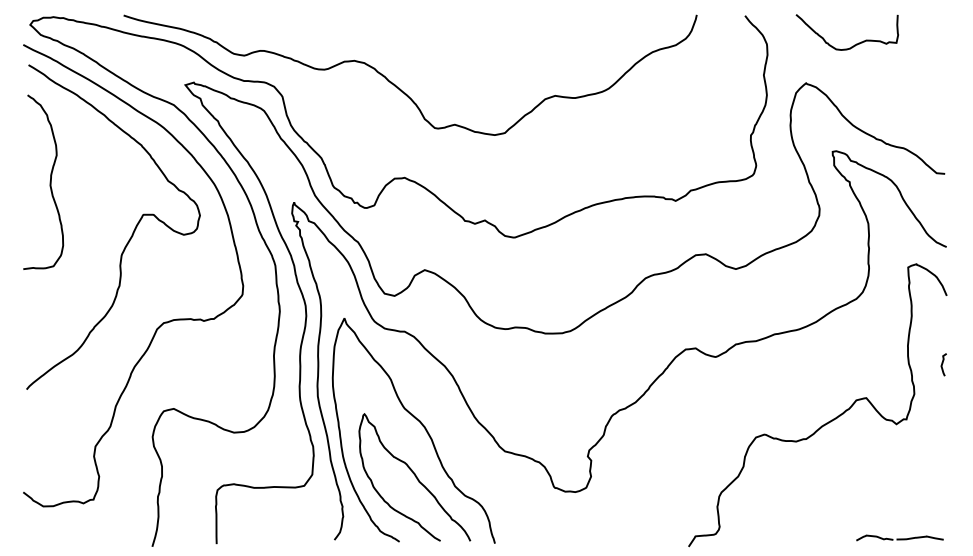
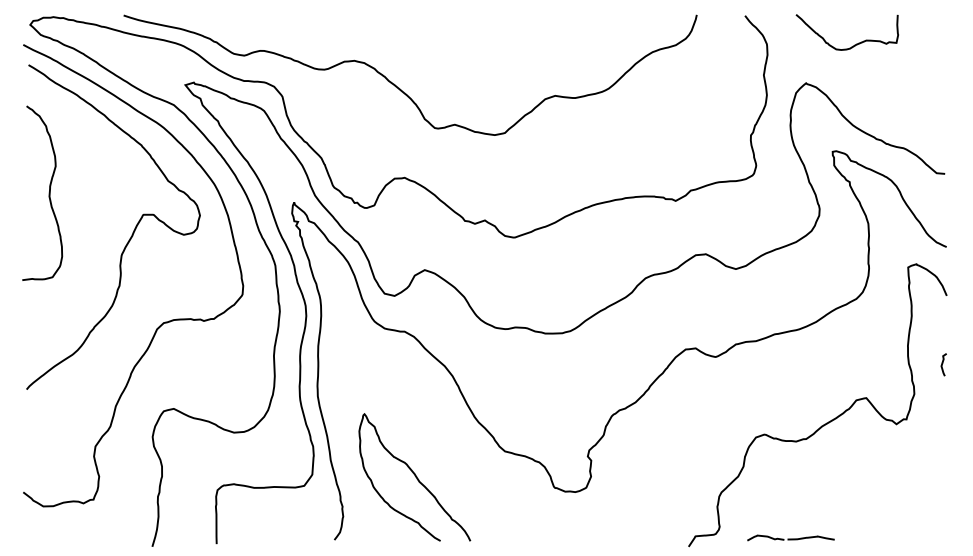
curve at (49, 181) position: (49, 181) -> (48, 192)
curve at (421, 425): present -> none
part at (899, 537) position: (899, 537) -> (790, 537)
